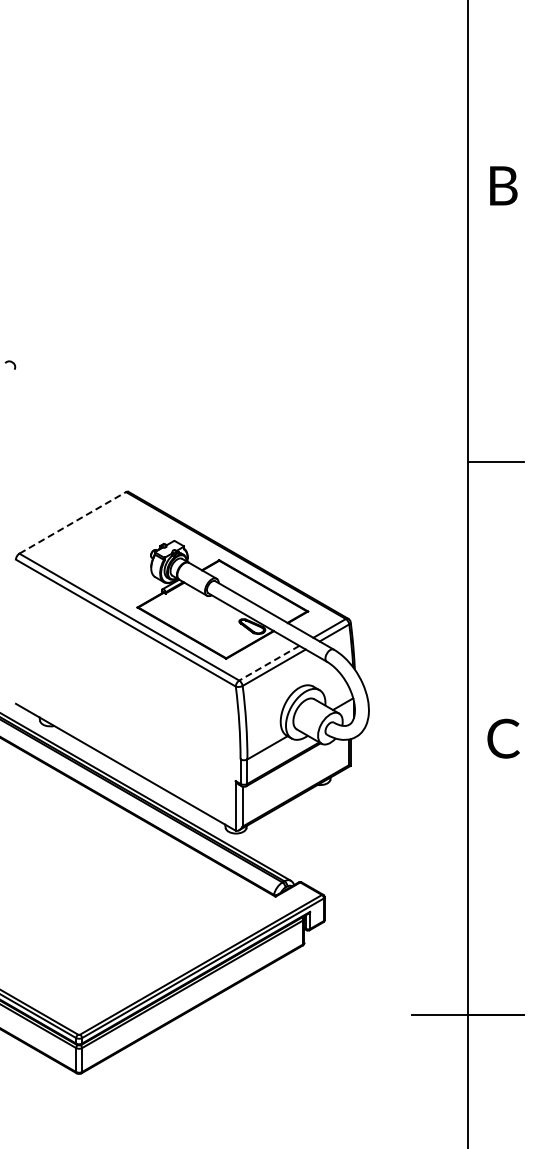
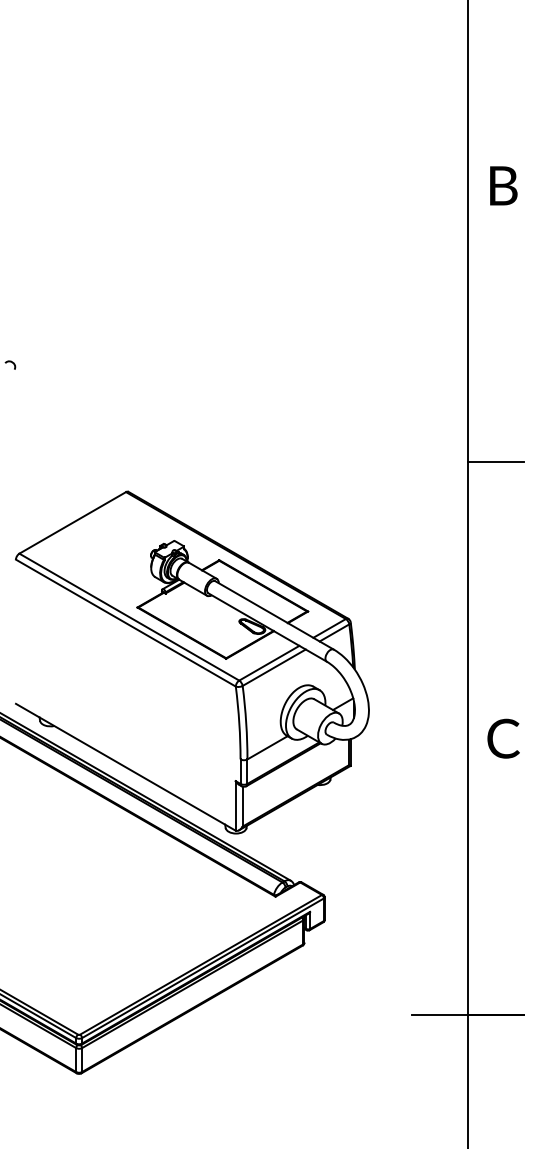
line at (72, 522): dashed -> solid
line at (269, 663): dashed -> solid
